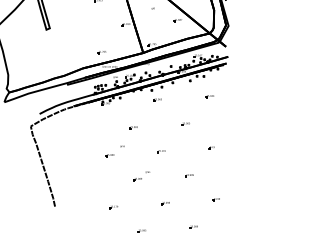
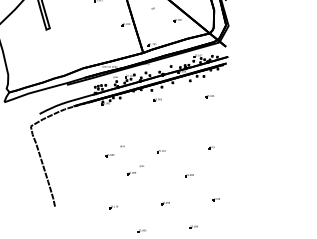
part at (101, 52): present -> none
part at (185, 123): present -> none
part at (133, 127): present -> none
part at (141, 176) position: (141, 176) -> (135, 170)
